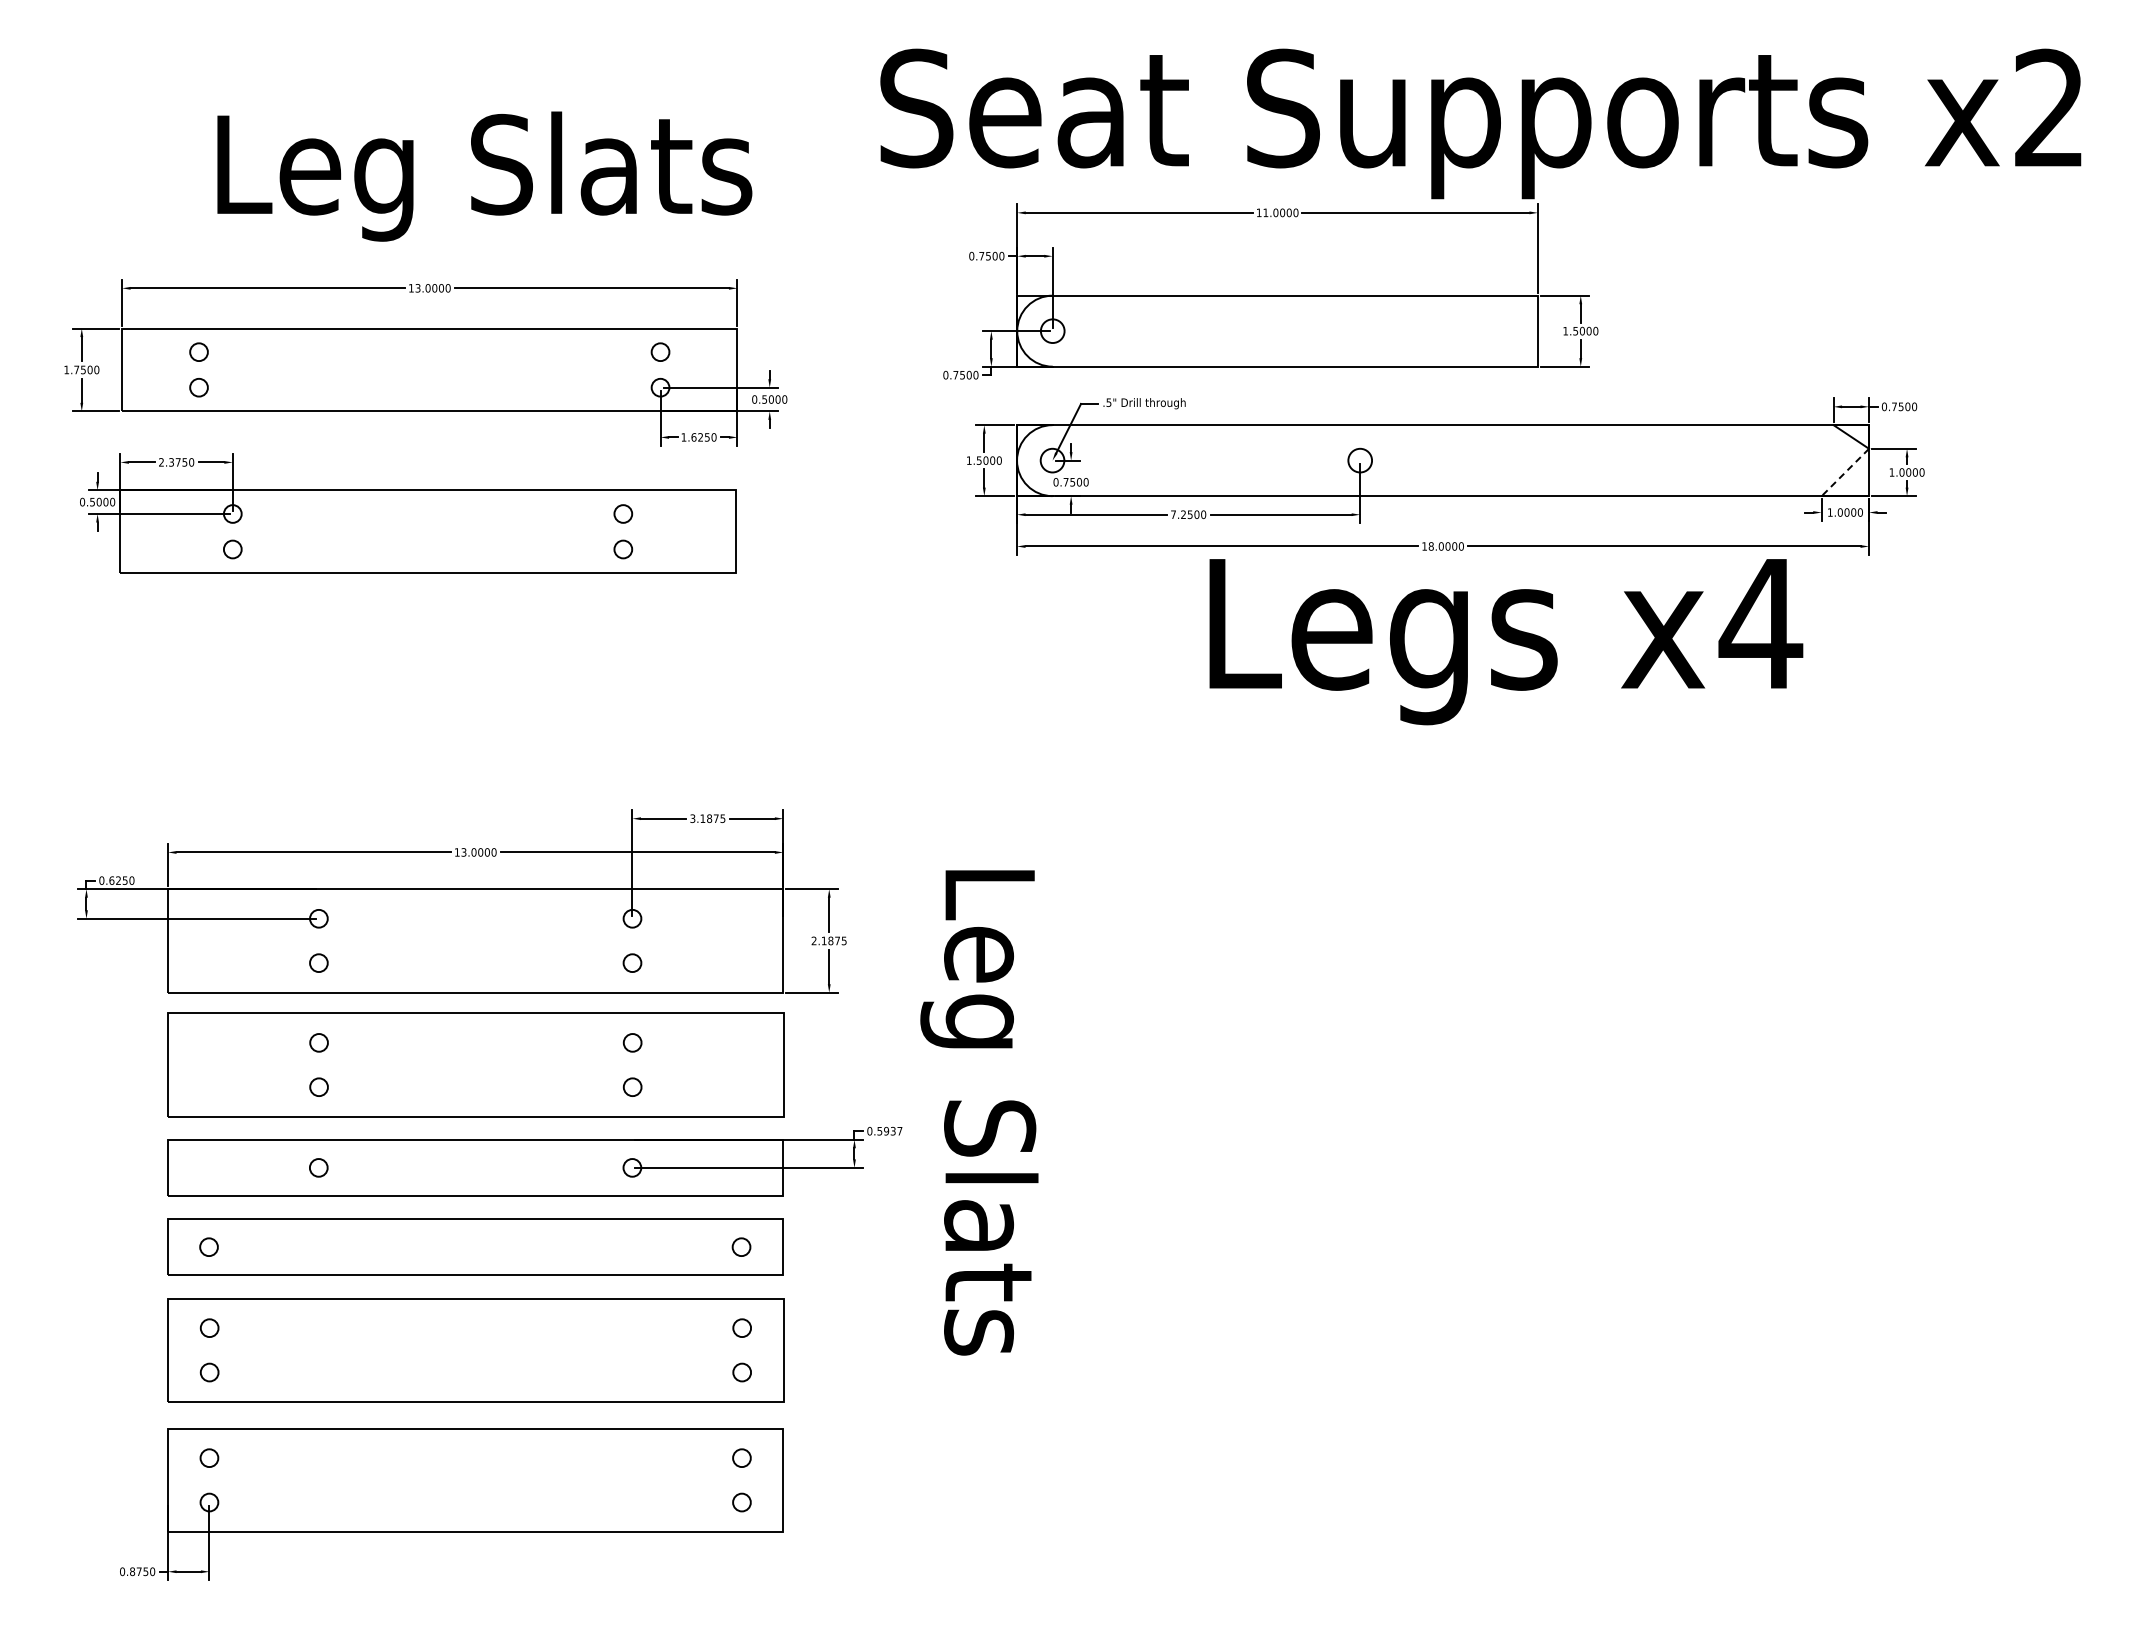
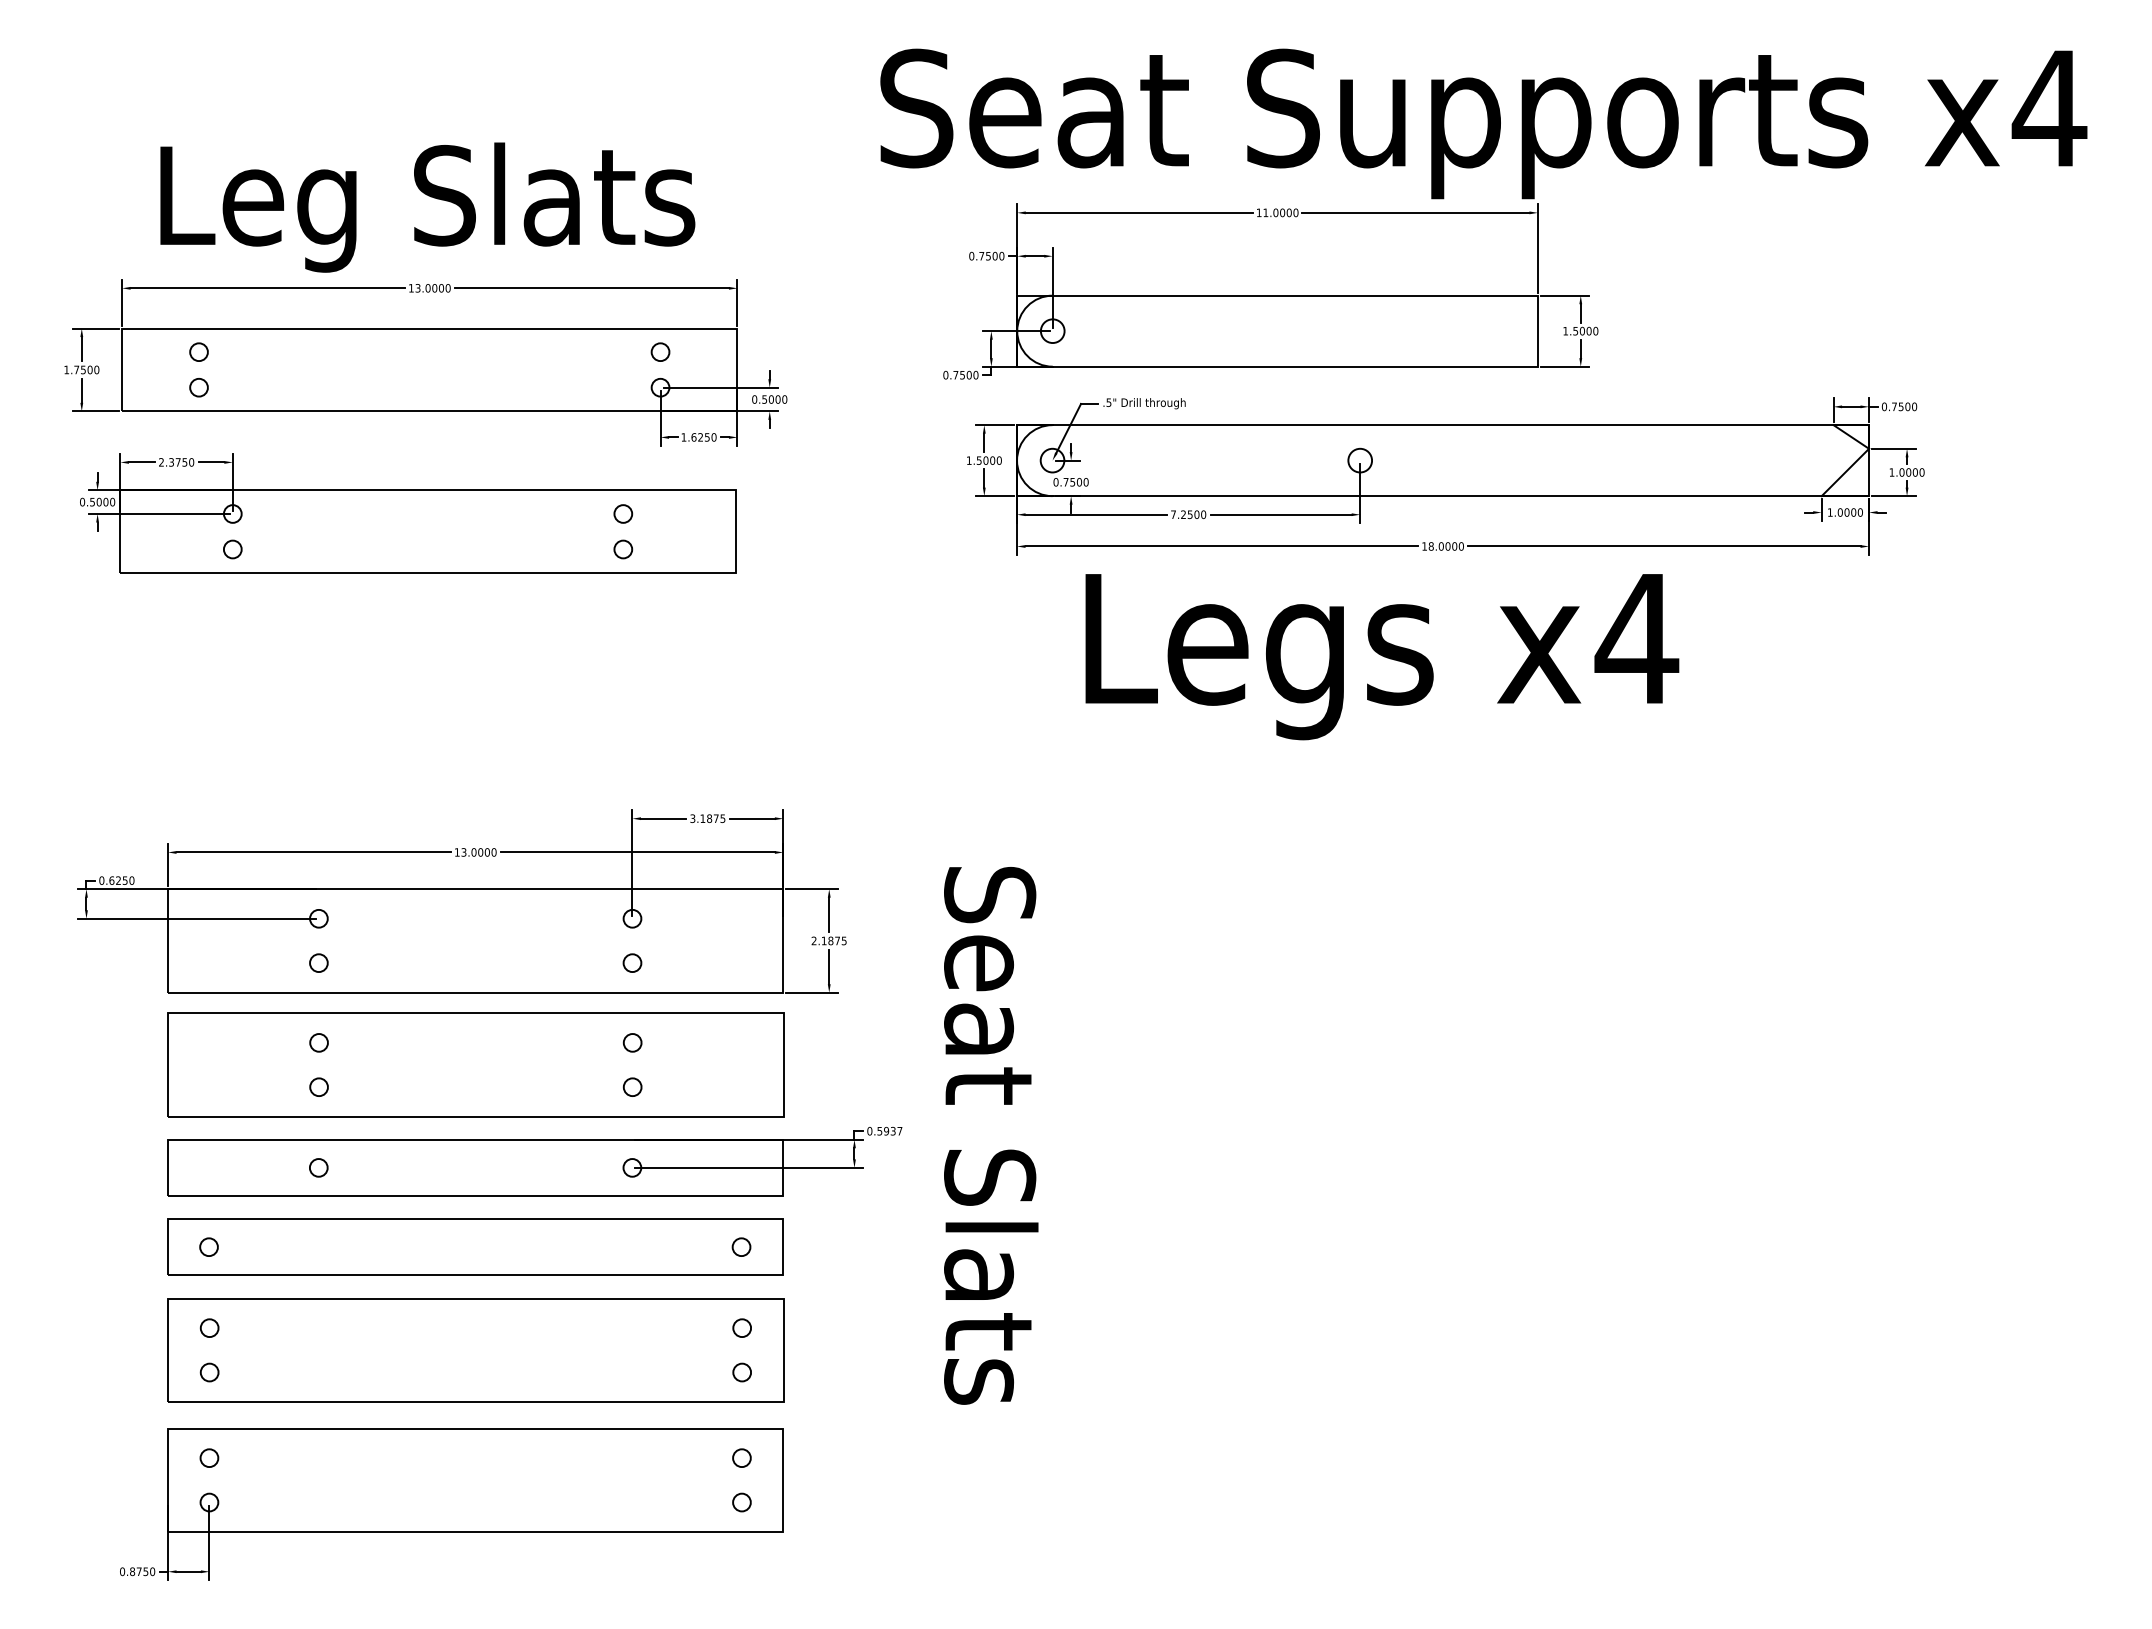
text at (2049, 107): x2 -> x4
text at (484, 176) position: (484, 176) -> (427, 207)
line at (1845, 472): dashed -> solid
text at (1506, 642) position: (1506, 642) -> (1382, 657)
text at (979, 1135): Leg Slats -> Seat Slats
